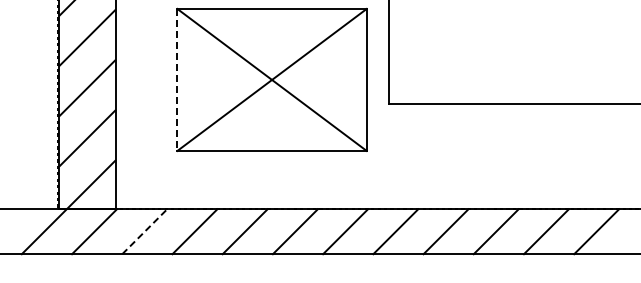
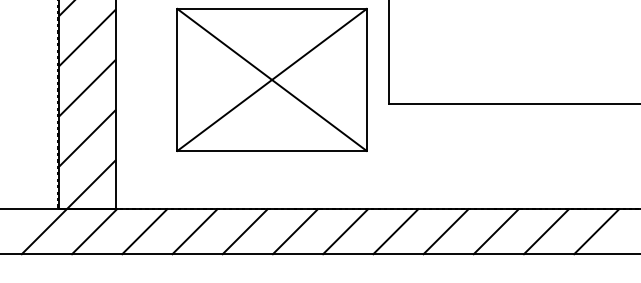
line at (177, 80): dashed -> solid
line at (144, 231): dashed -> solid
